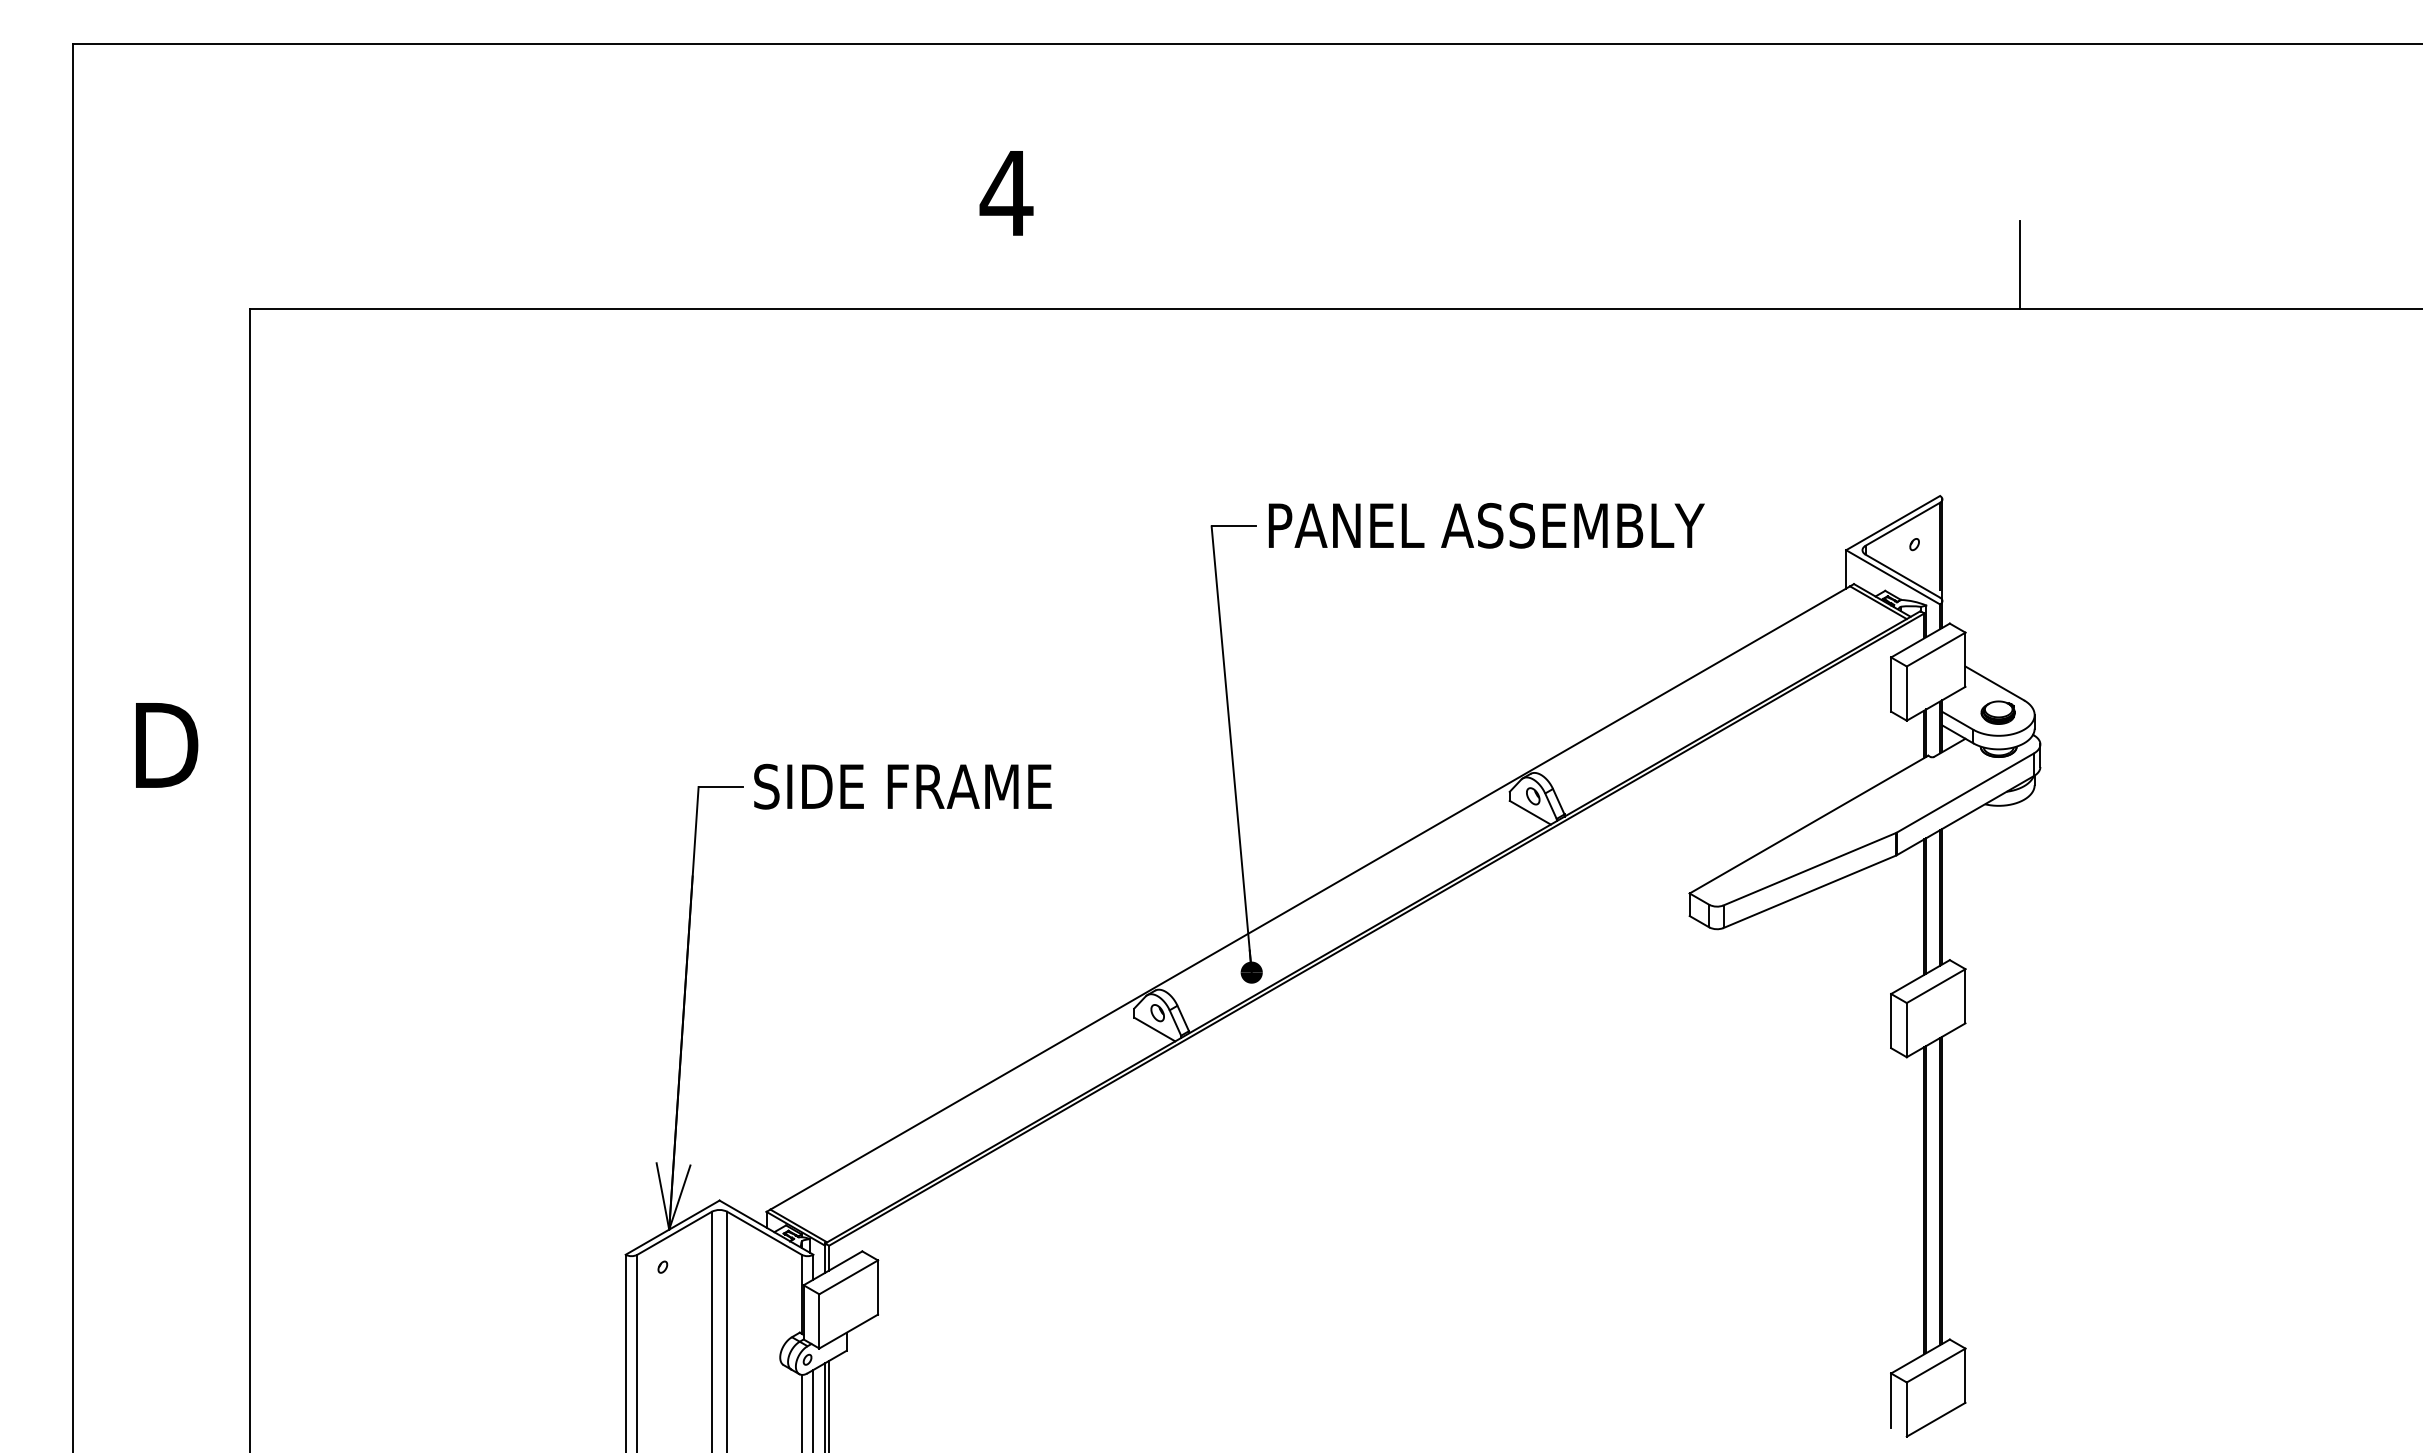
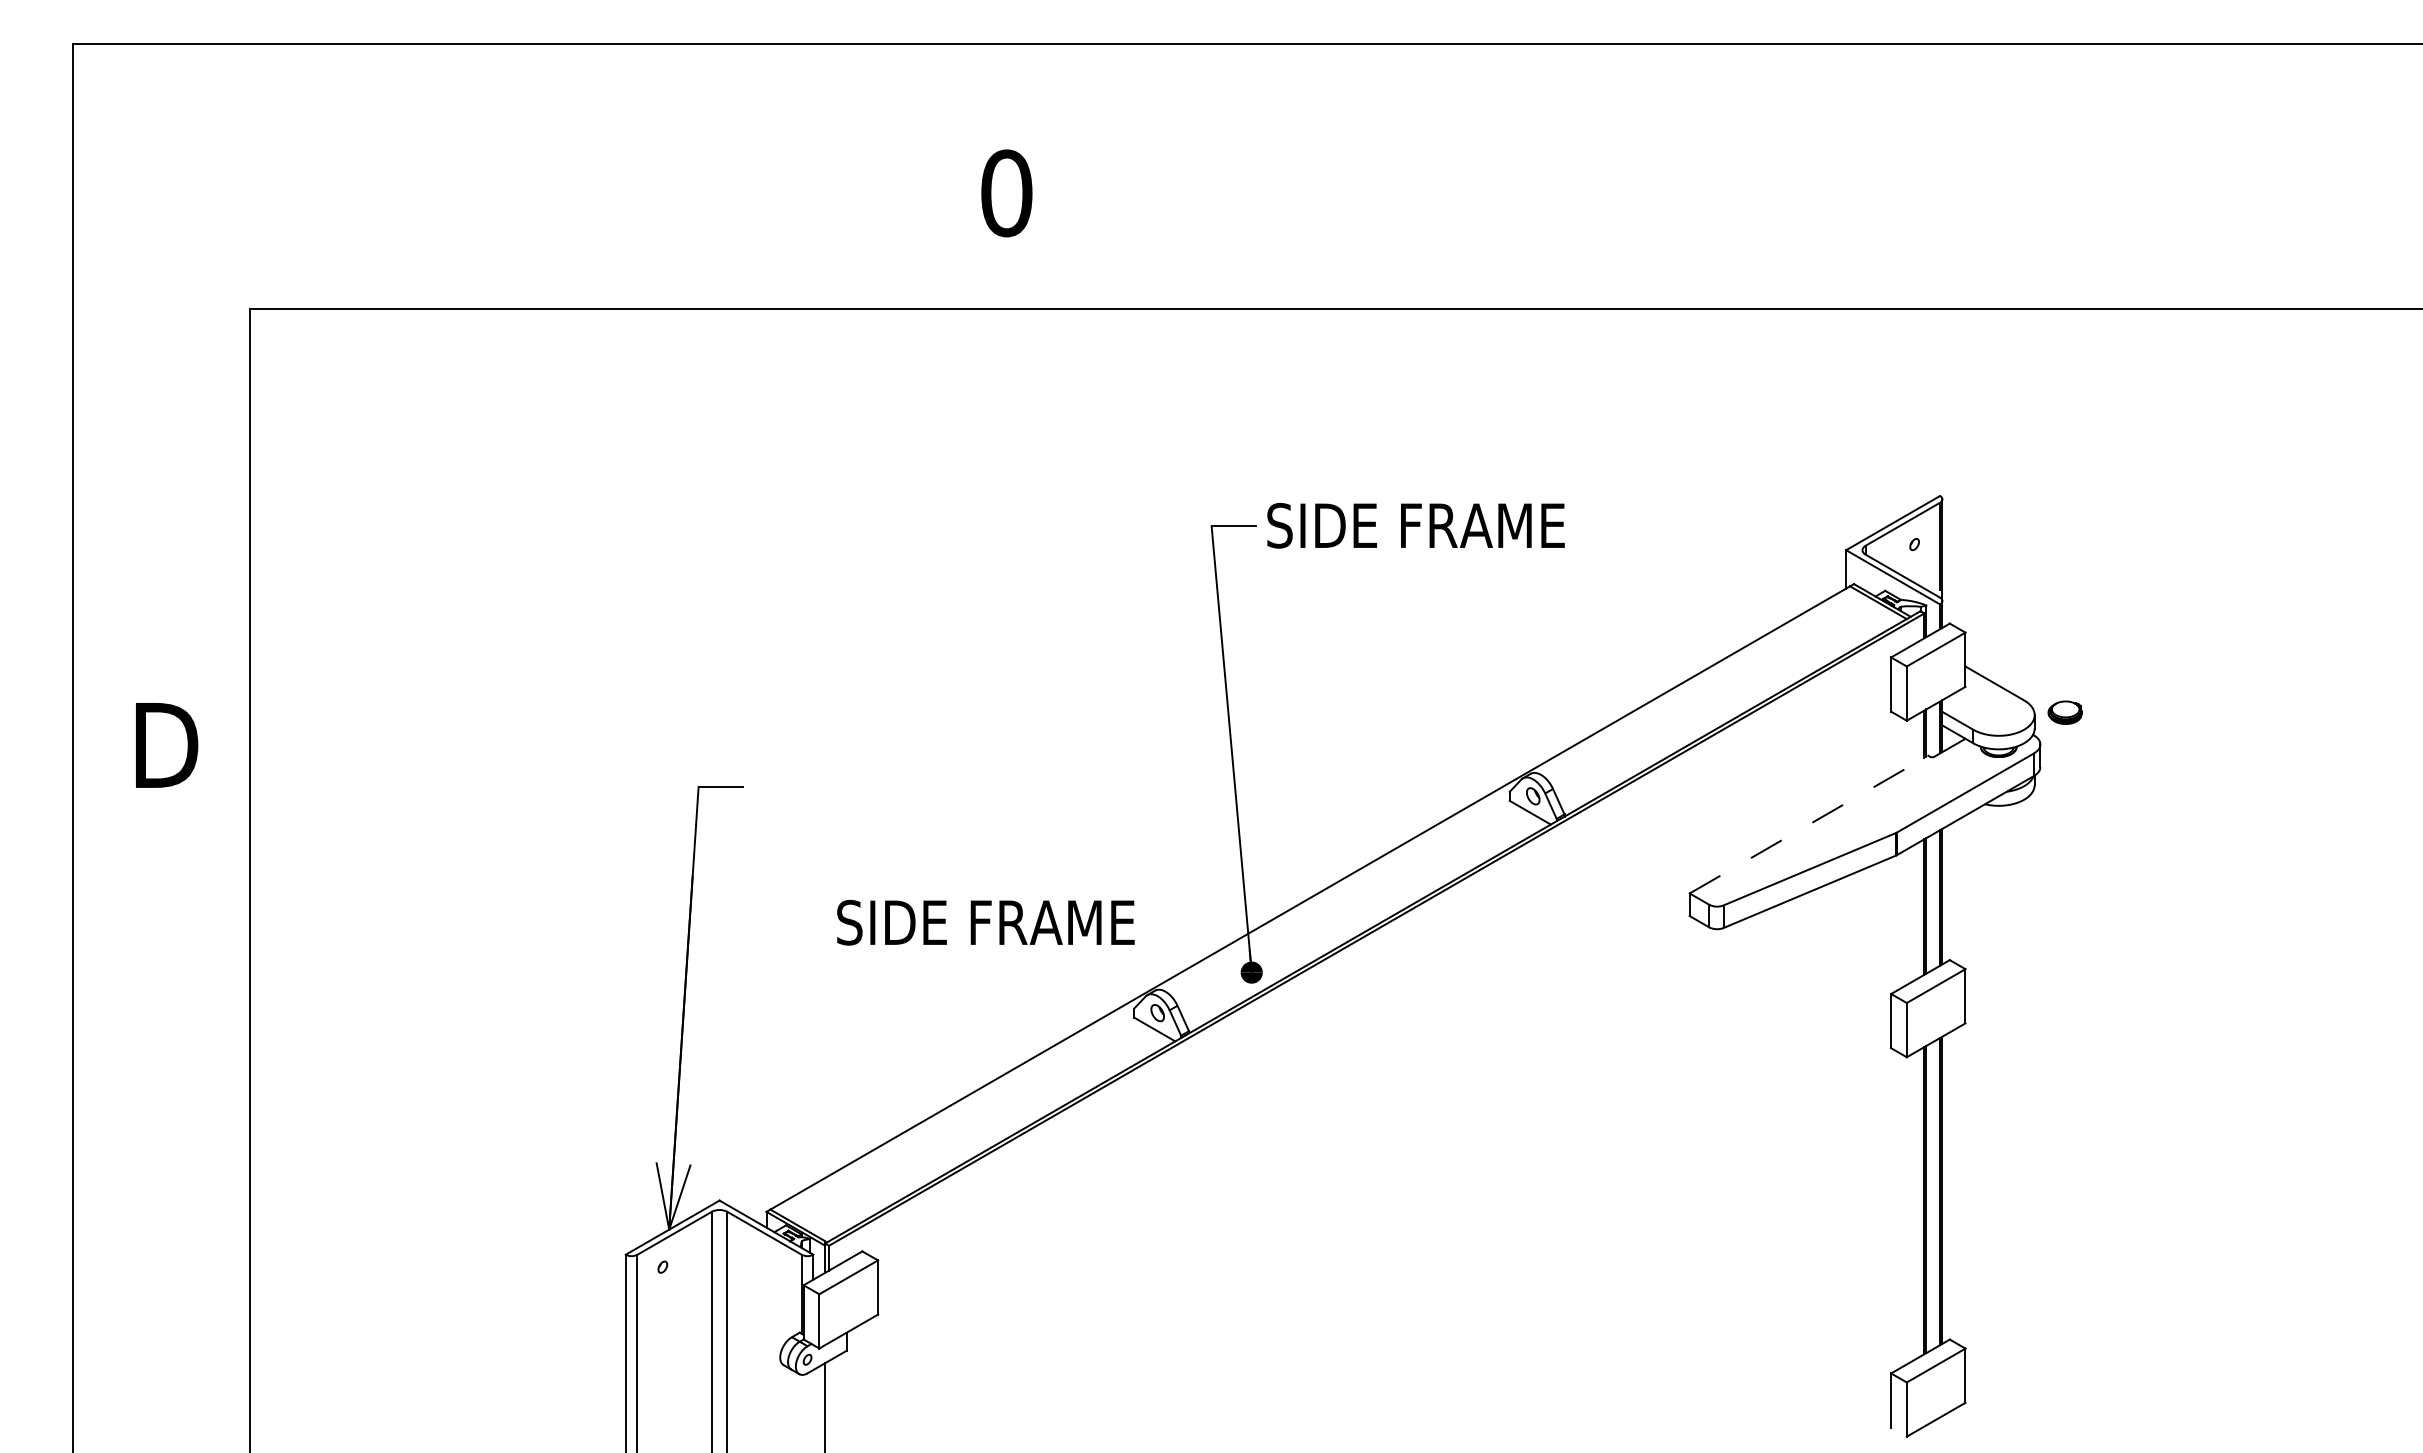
text at (1006, 193): 4 -> 0
line at (2019, 264): present -> none
text at (1485, 525): PANEL ASSEMBLY -> SIDE FRAME
part at (1997, 712) position: (1997, 712) -> (2064, 712)
text at (902, 786) position: (902, 786) -> (985, 922)
line at (1809, 824): solid -> dashed
line at (829, 1404): present -> none
line at (813, 1409): present -> none
line at (801, 1411): present -> none
